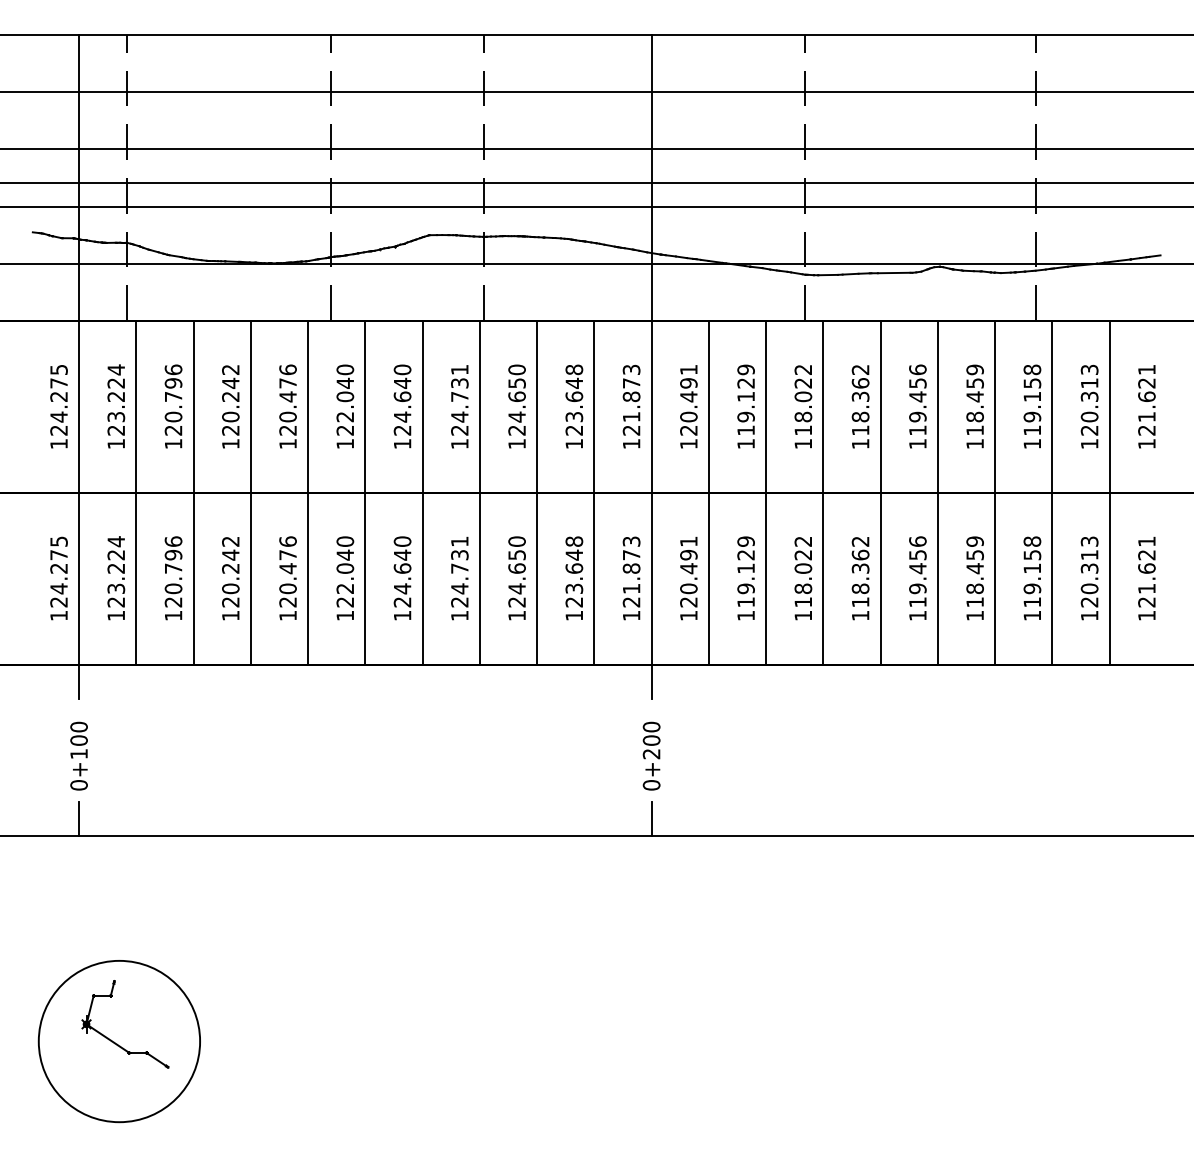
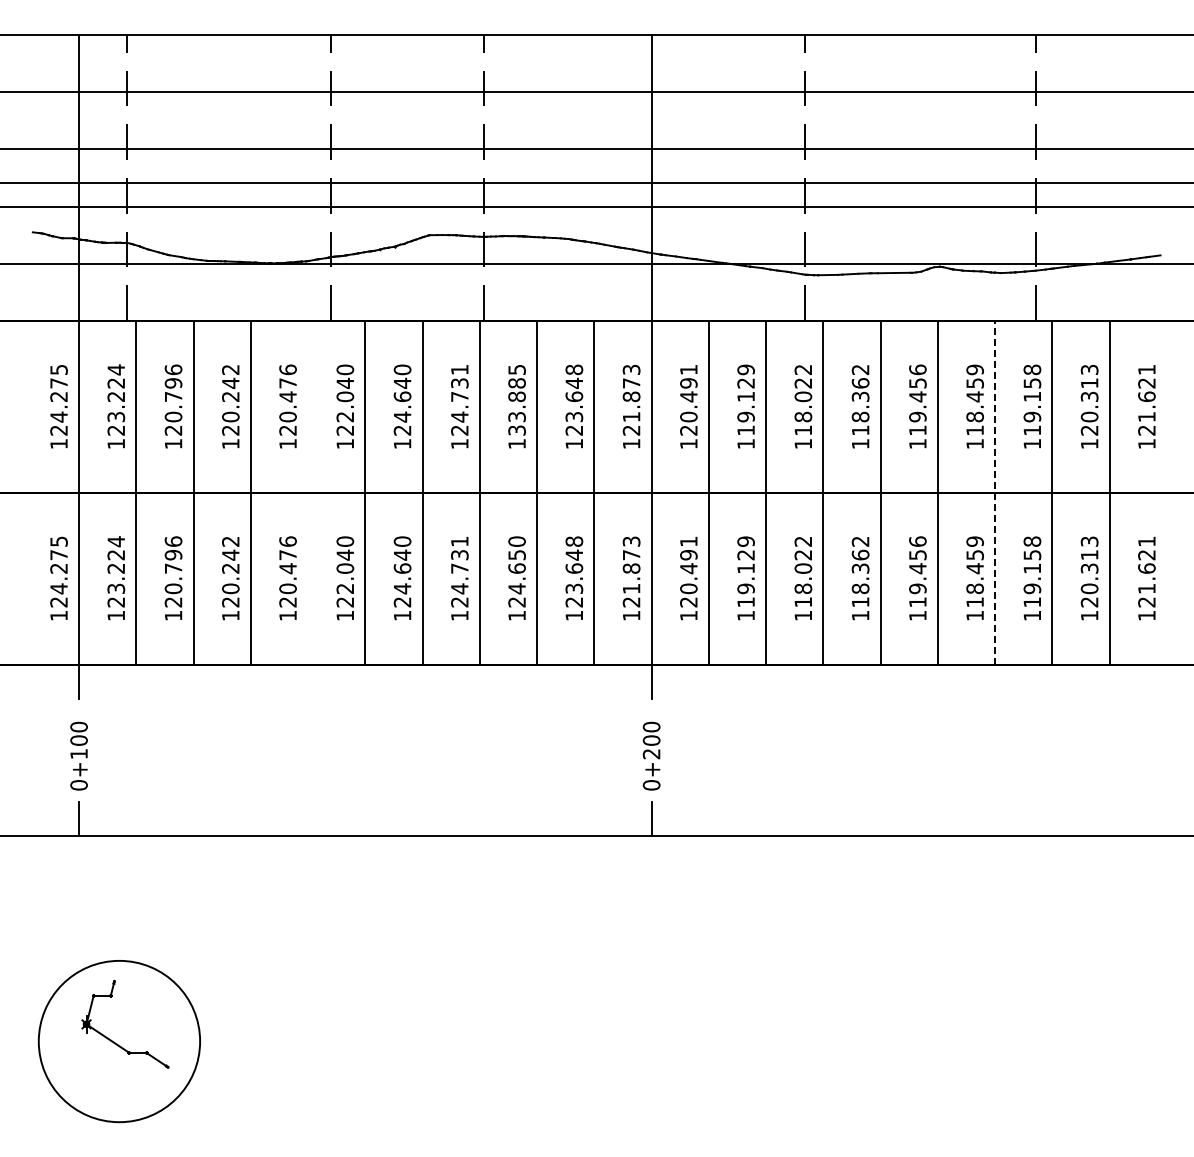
text at (516, 399): 124.650 -> 133.885
line at (308, 492): present -> none
line at (995, 492): solid -> dashed
